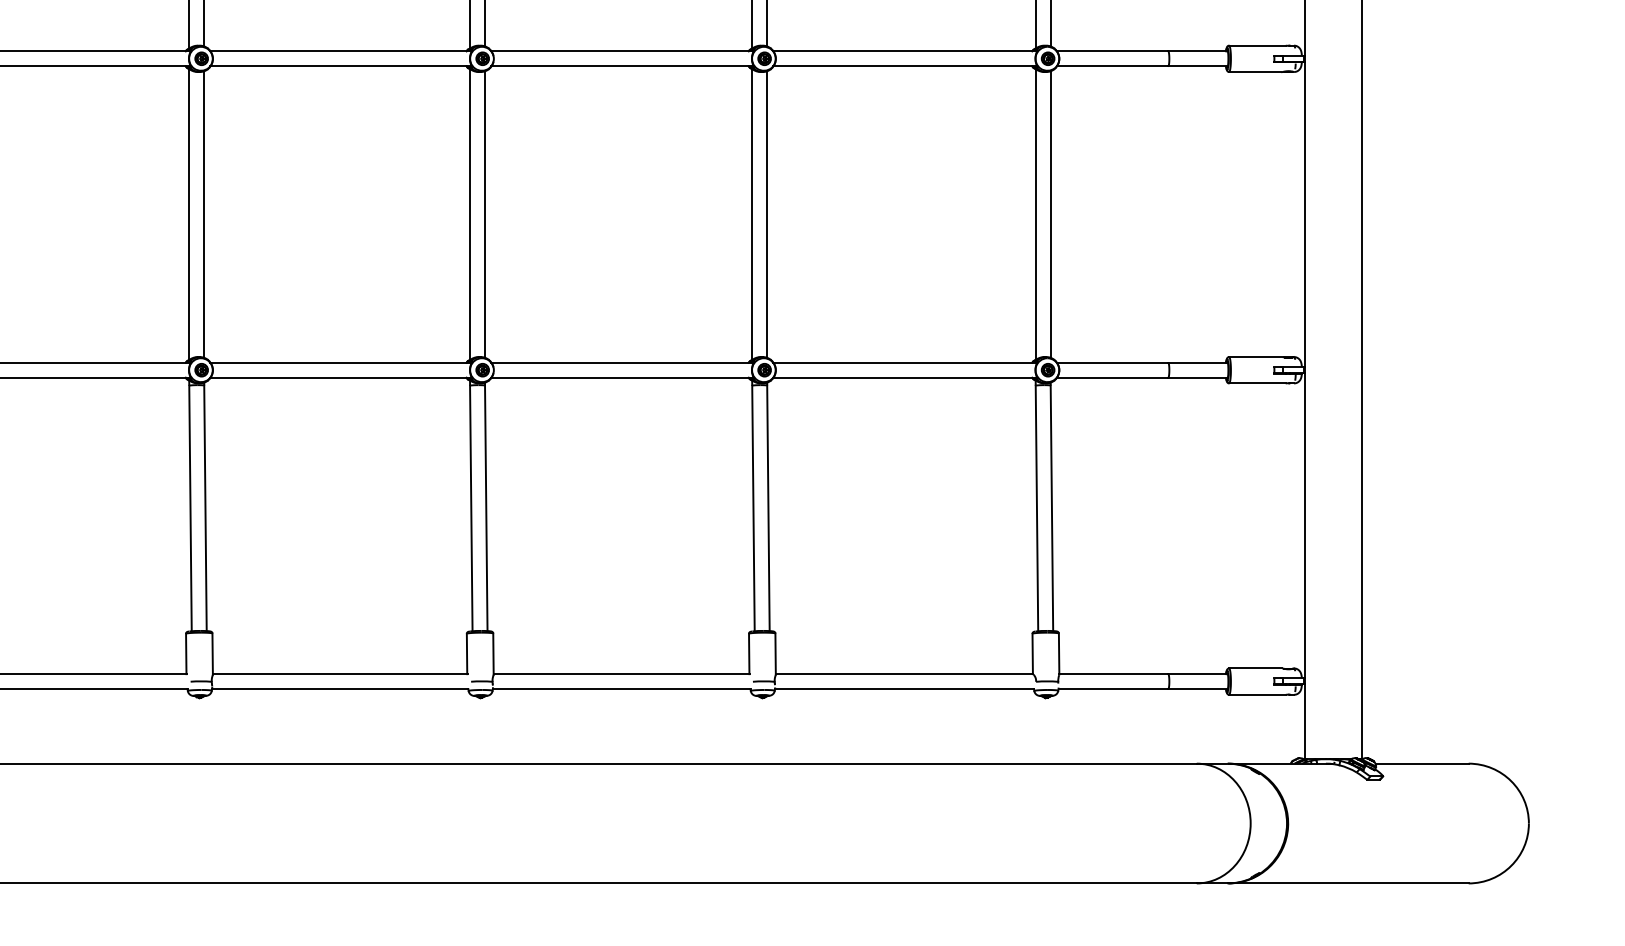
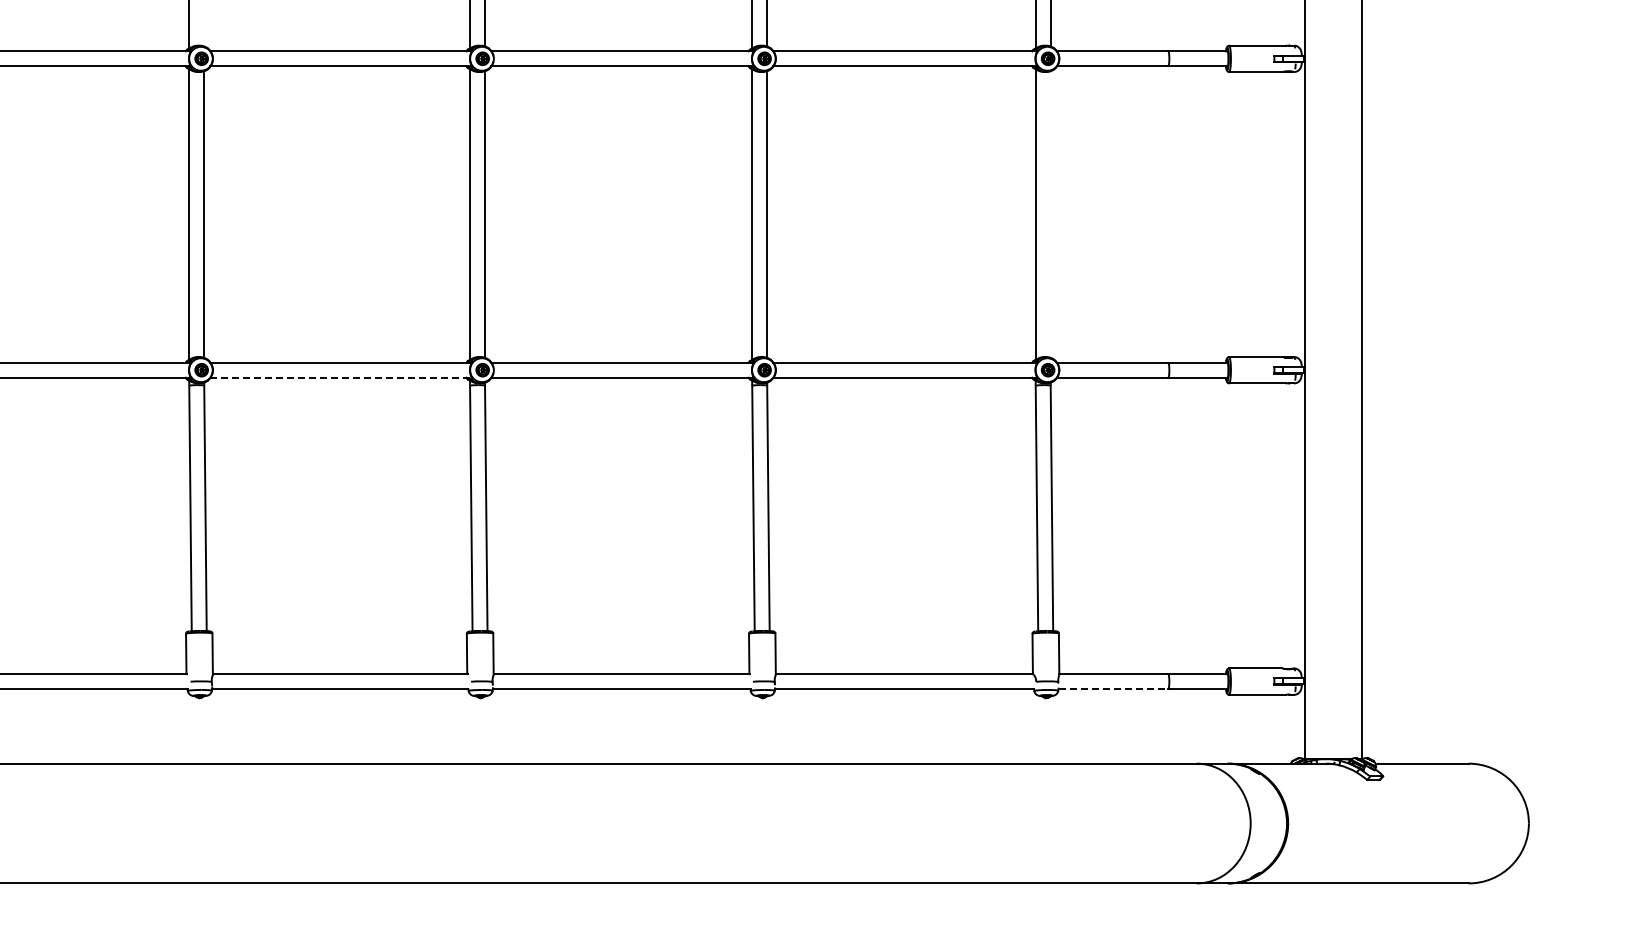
line at (204, 24): present -> none
line at (1050, 214): present -> none
line at (340, 377): solid -> dashed
line at (1113, 689): solid -> dashed
